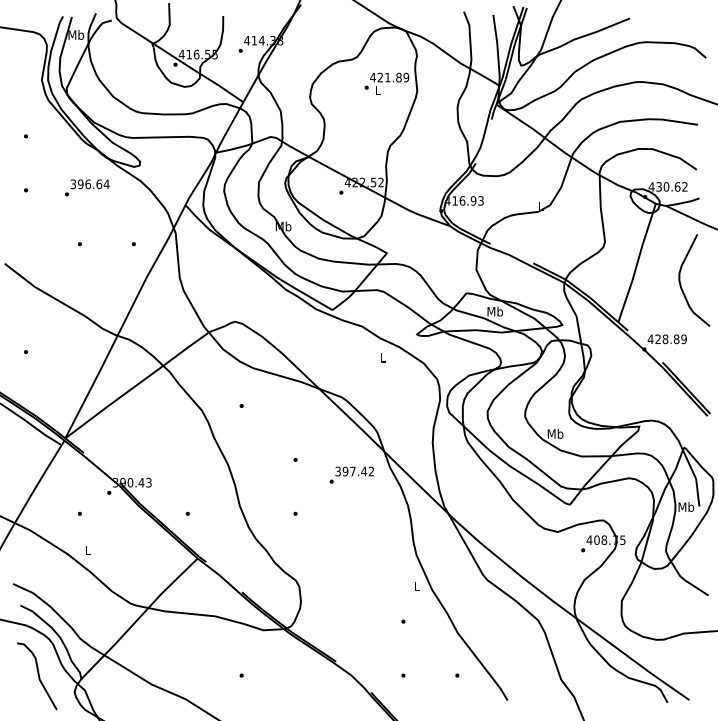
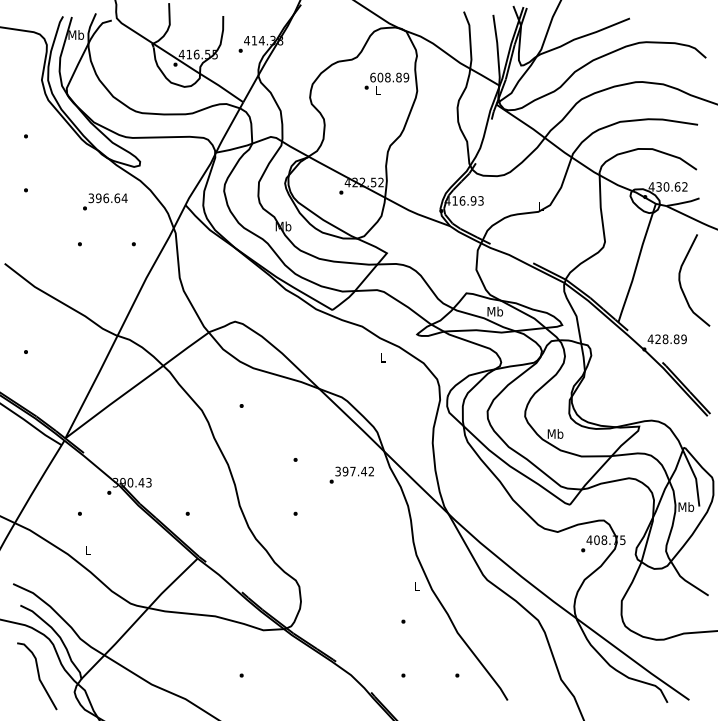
text at (380, 77): 421.89 -> 608.89
text at (87, 187) position: (87, 187) -> (105, 201)
